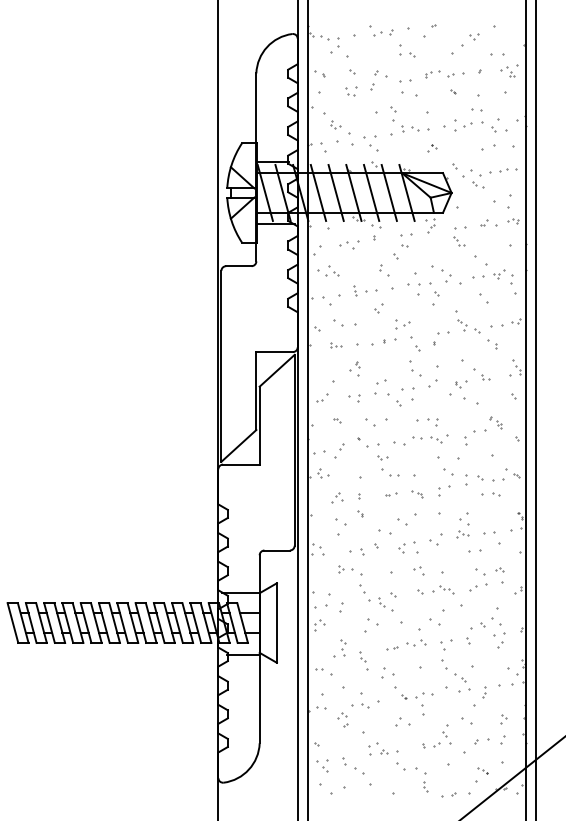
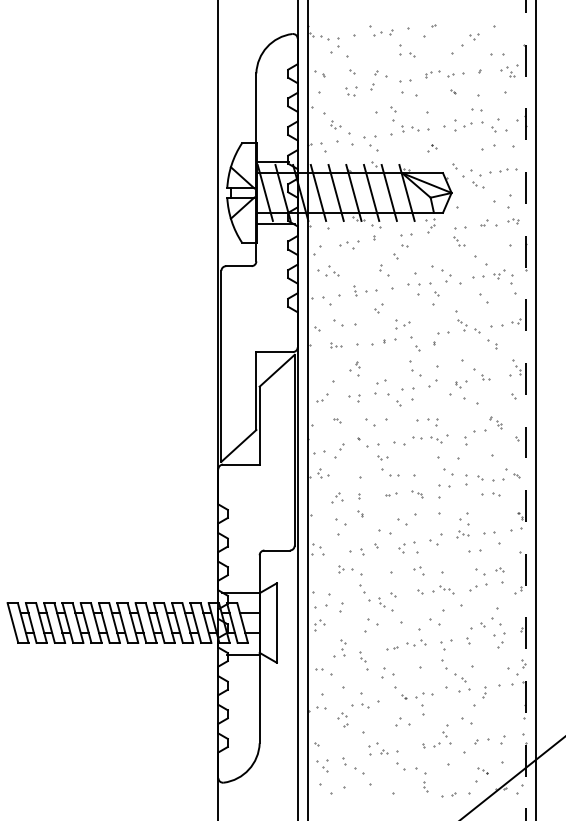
line at (526, 410): solid -> dashed
part at (439, 491) size: 3x10 px -> 3x15 px
part at (503, 719): present -> none
